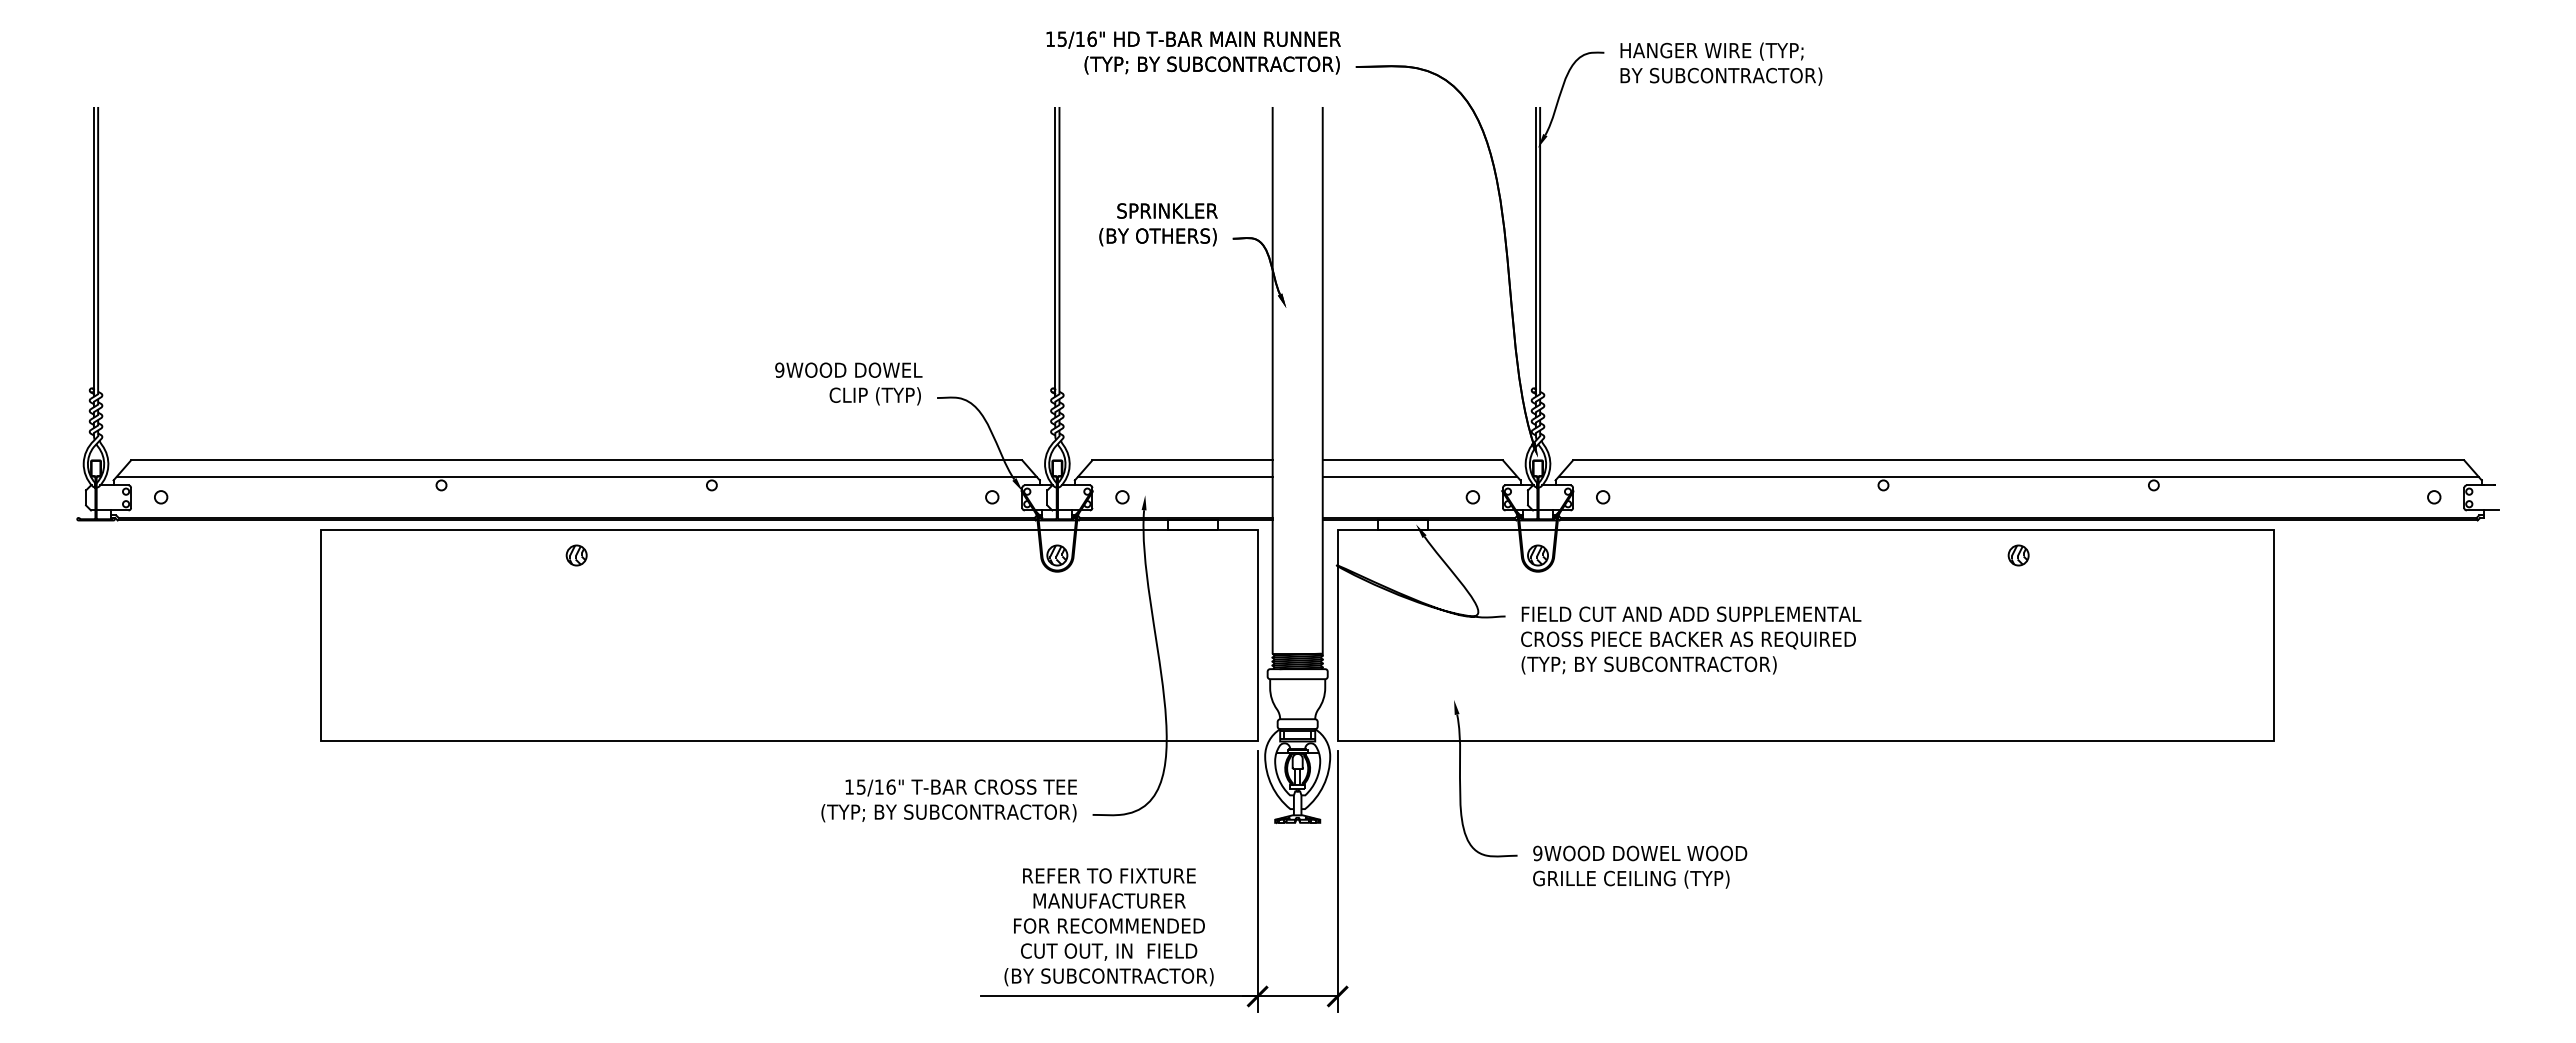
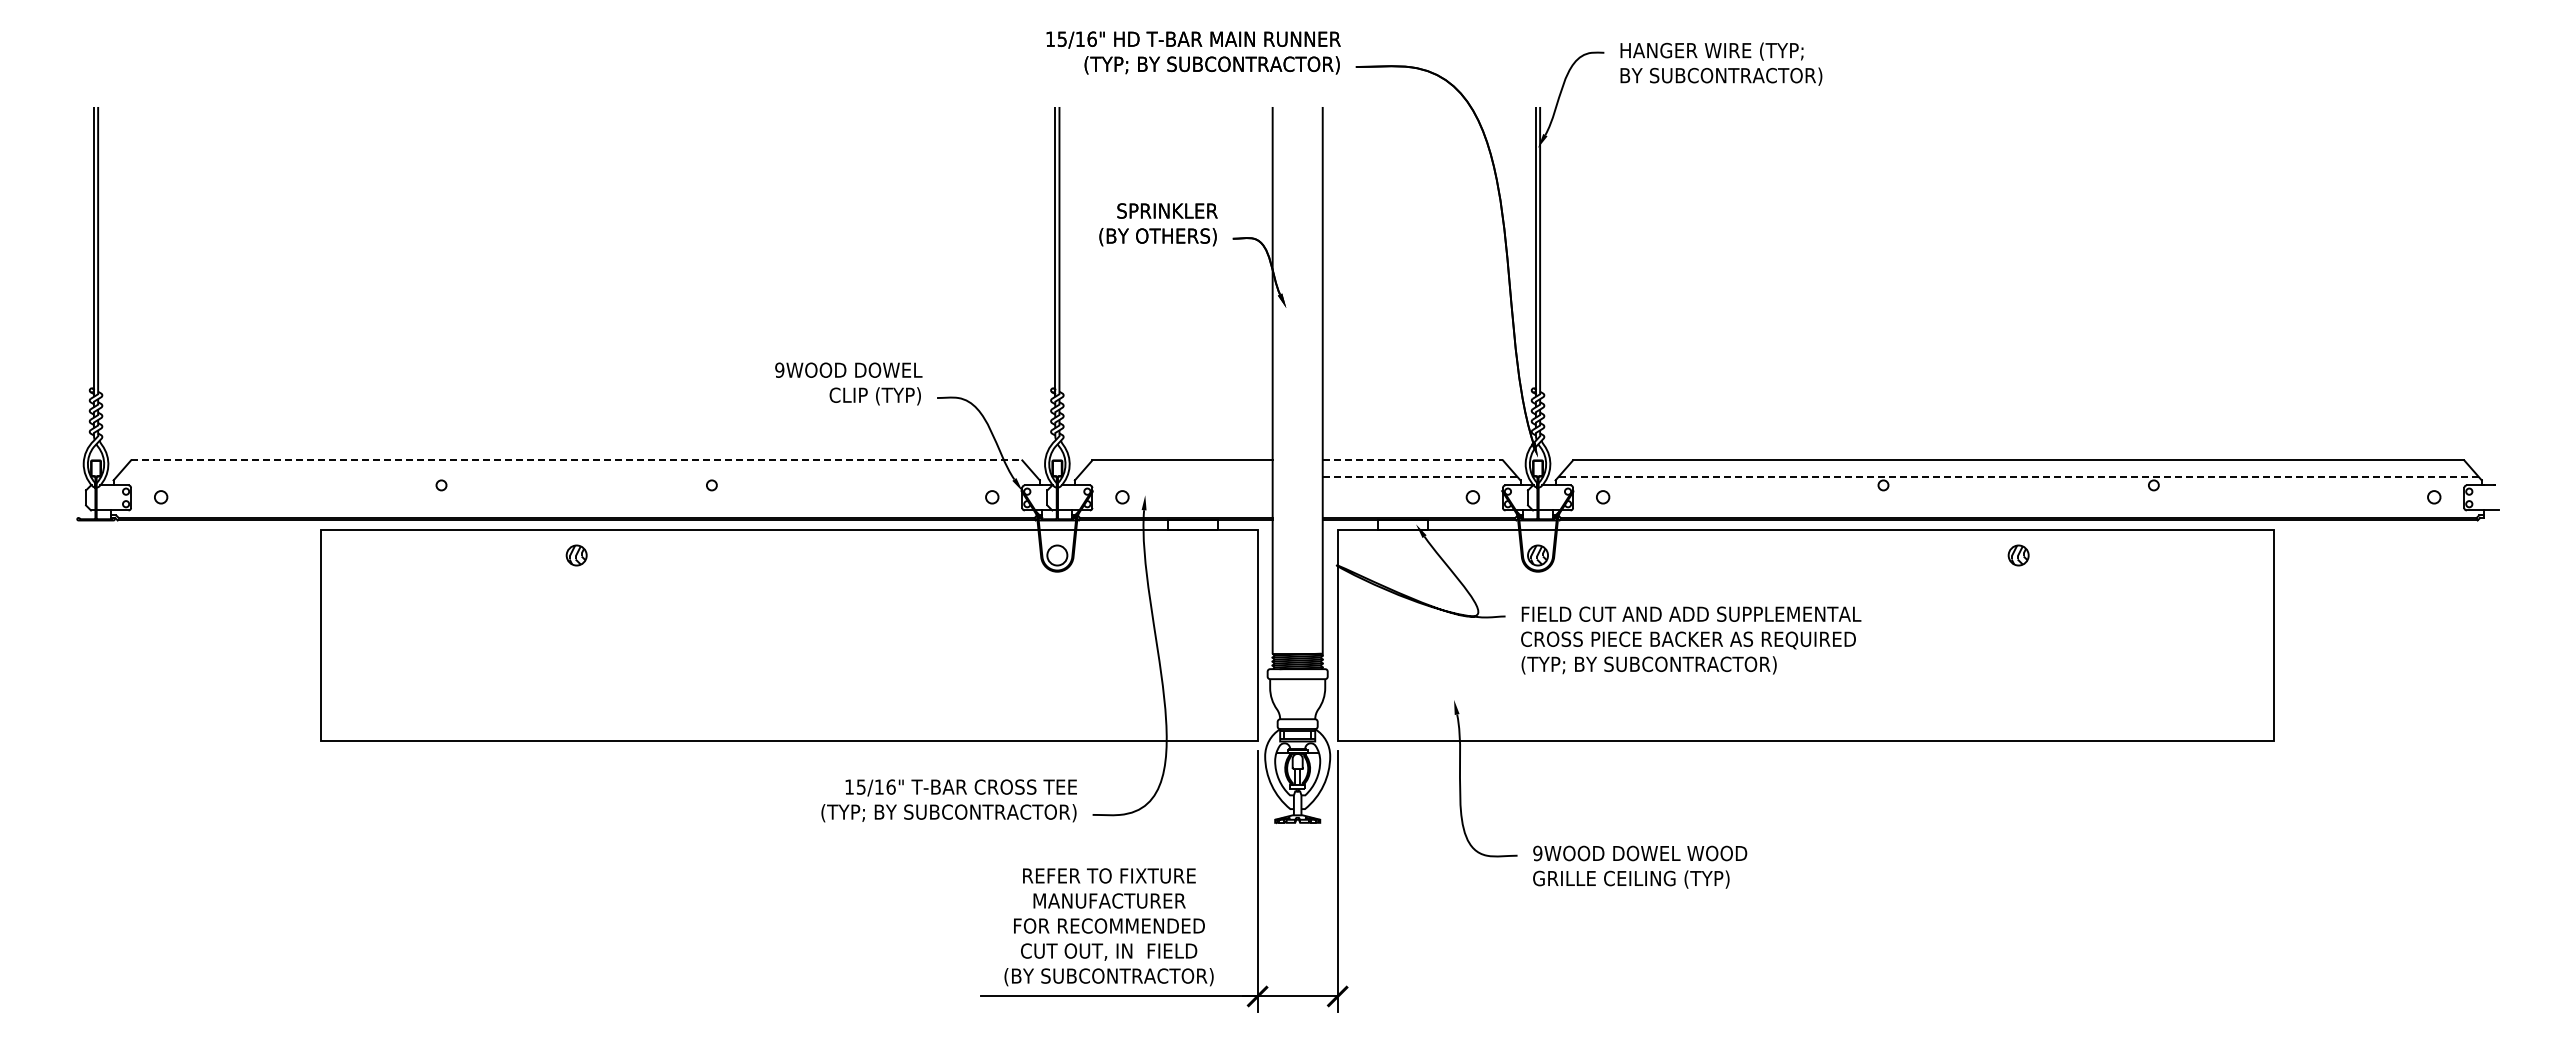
line at (576, 460): solid -> dashed
line at (1413, 460): solid -> dashed
line at (576, 476): present -> none
line at (1175, 476): present -> none
line at (1420, 476): solid -> dashed
line at (2018, 476): solid -> dashed
hatch at (1058, 554): present -> none
